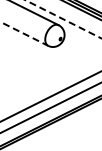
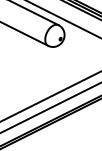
line at (63, 19): dashed -> solid
line at (24, 33): dashed -> solid
